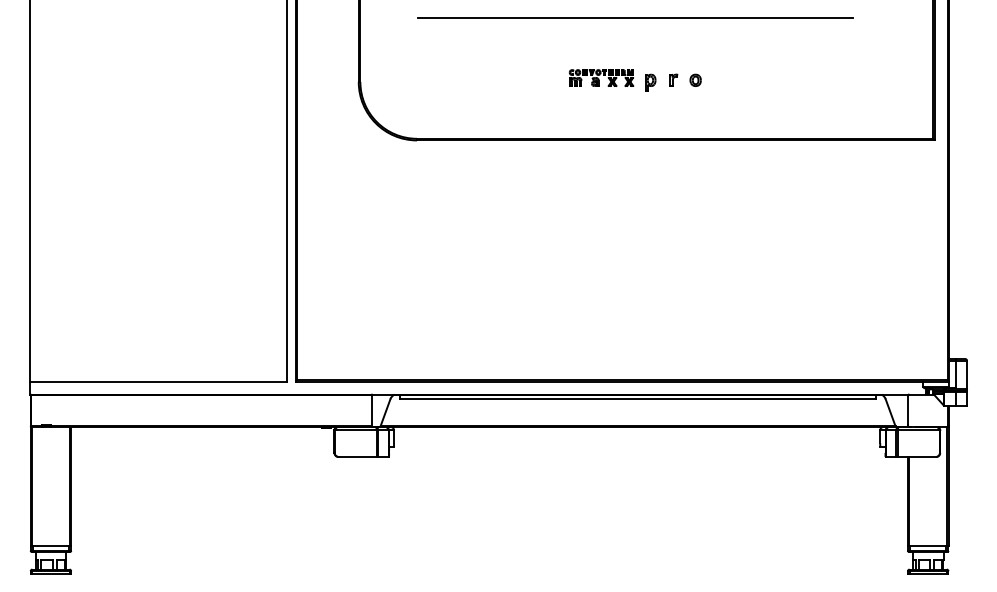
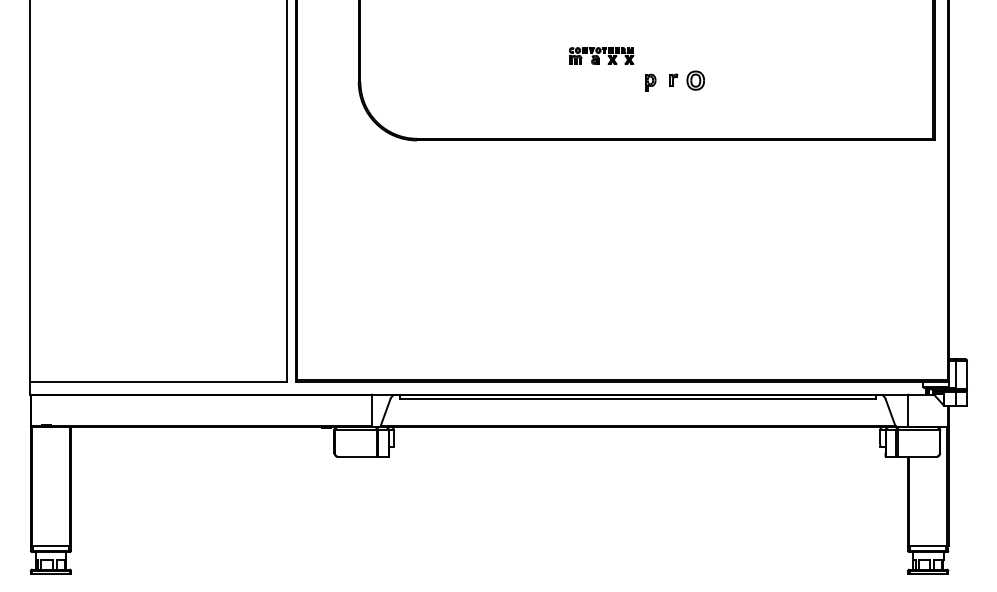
line at (634, 17): present -> none
part at (601, 77) position: (601, 77) -> (601, 55)
part at (695, 79) size: 13x14 px -> 19x21 px
